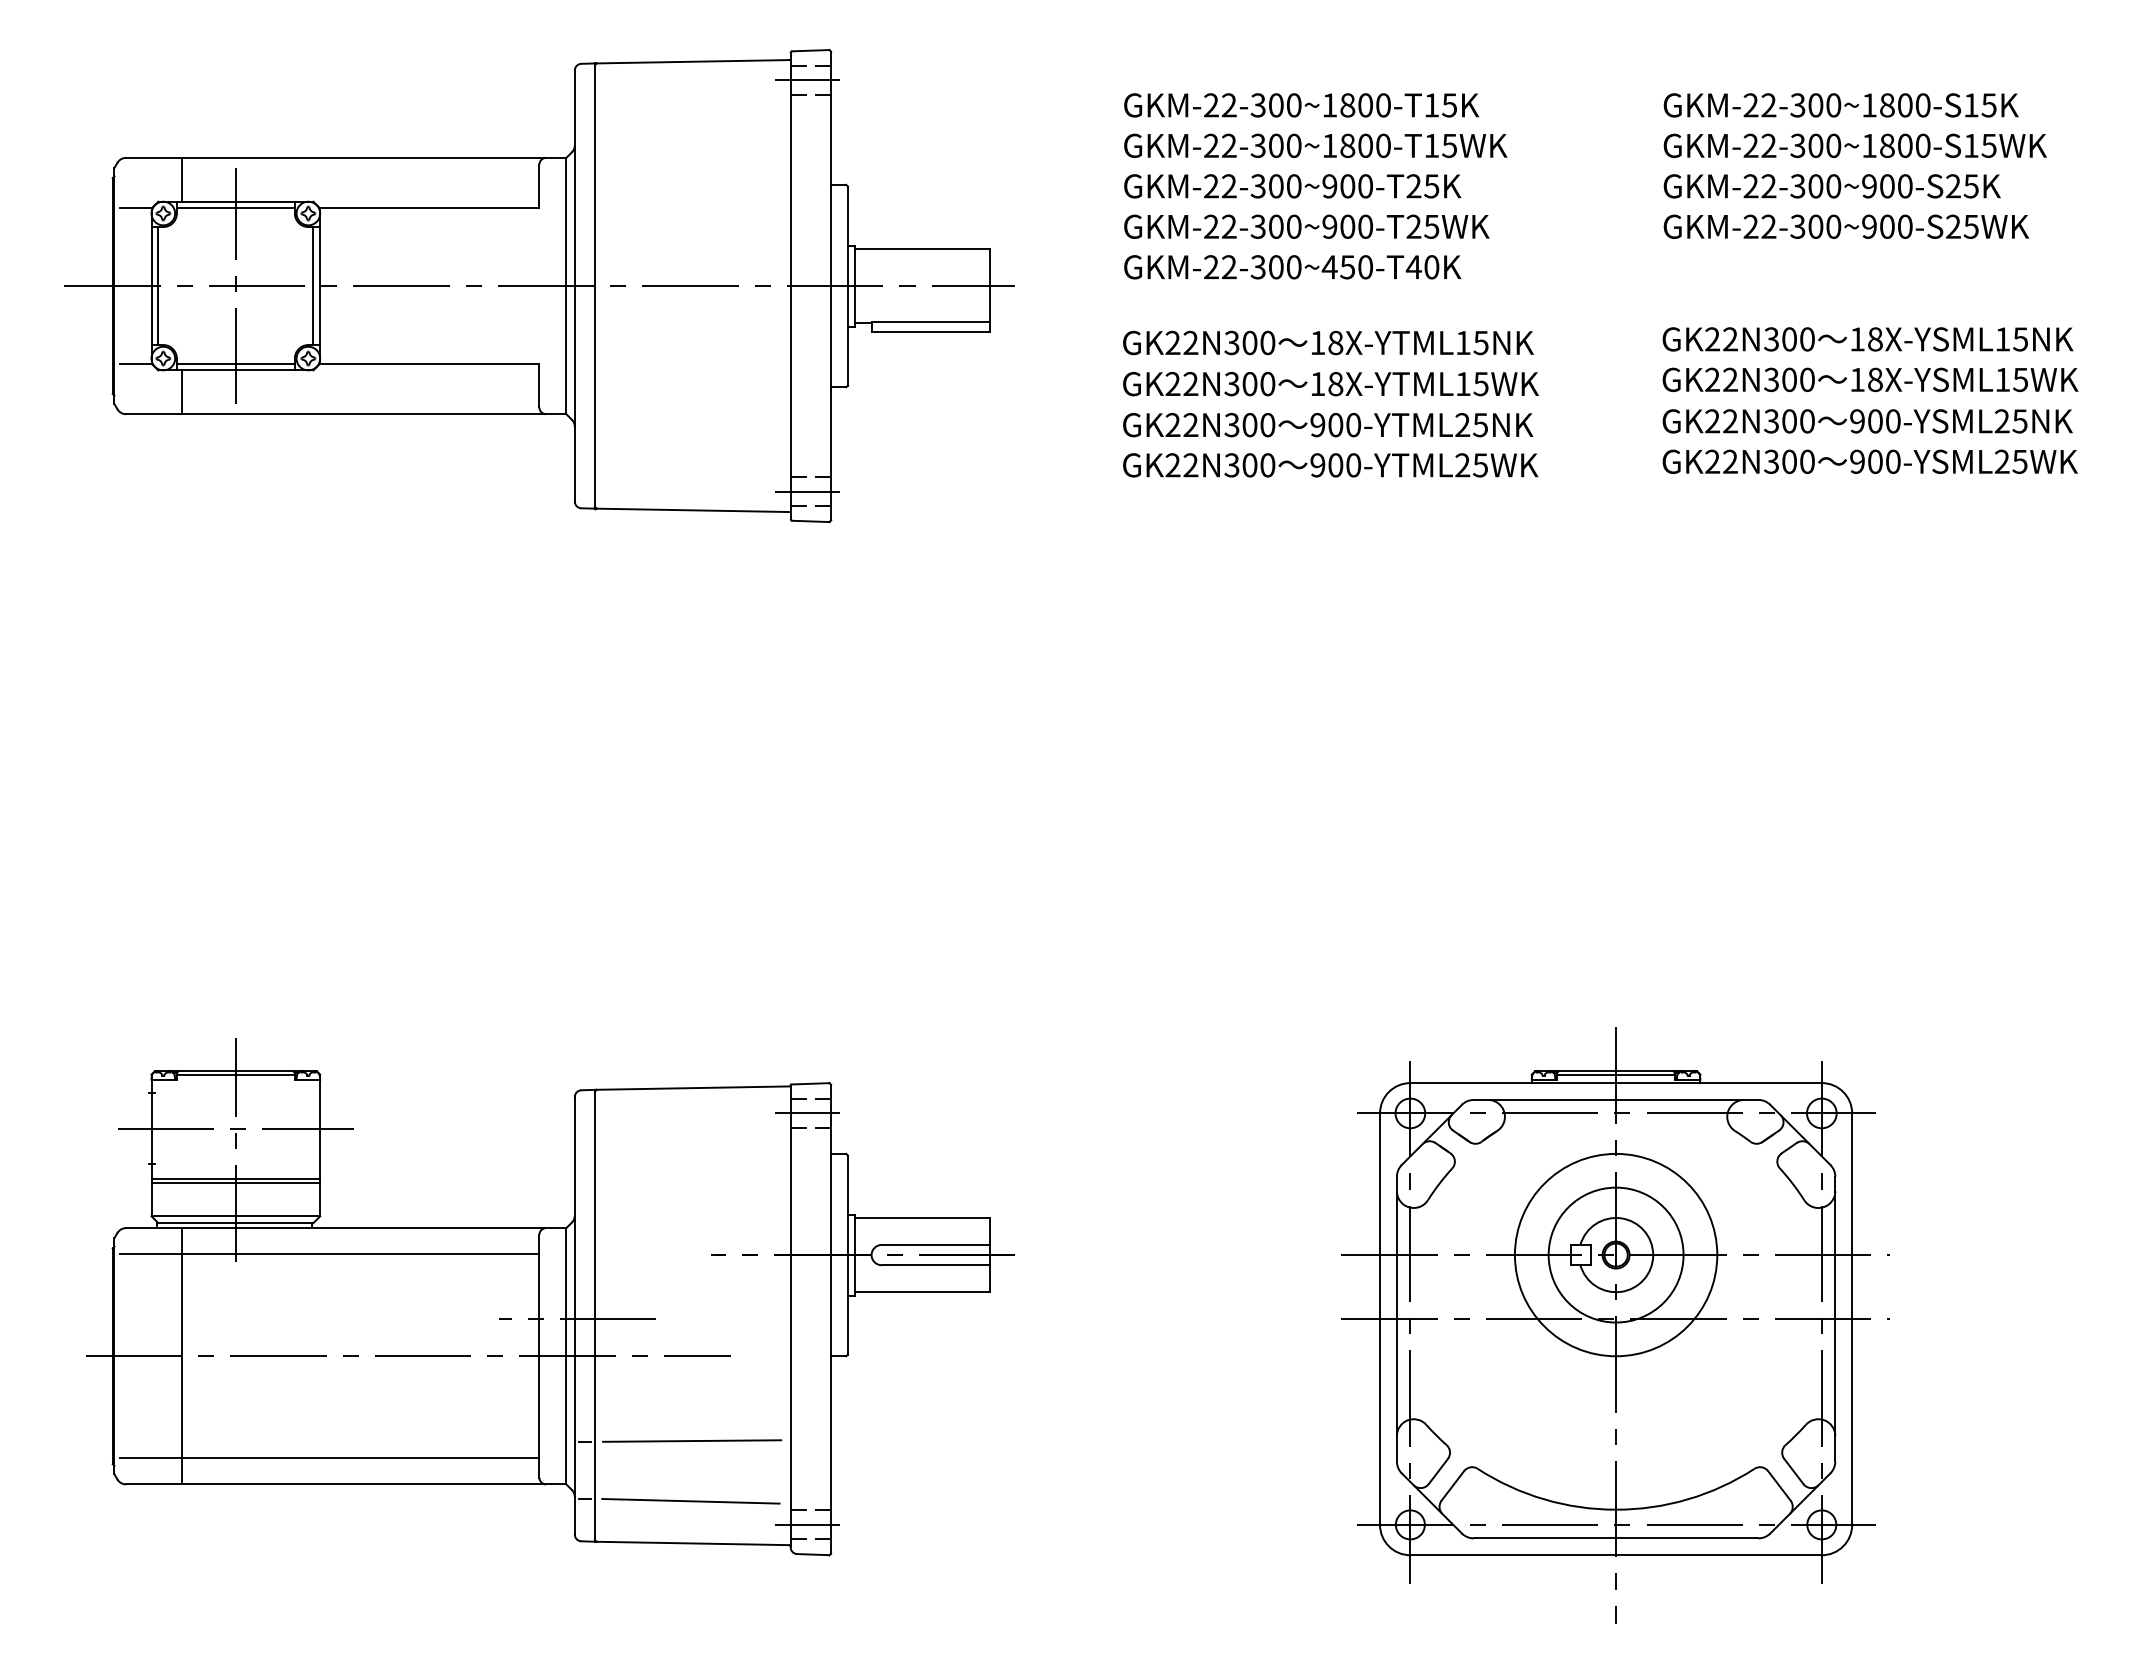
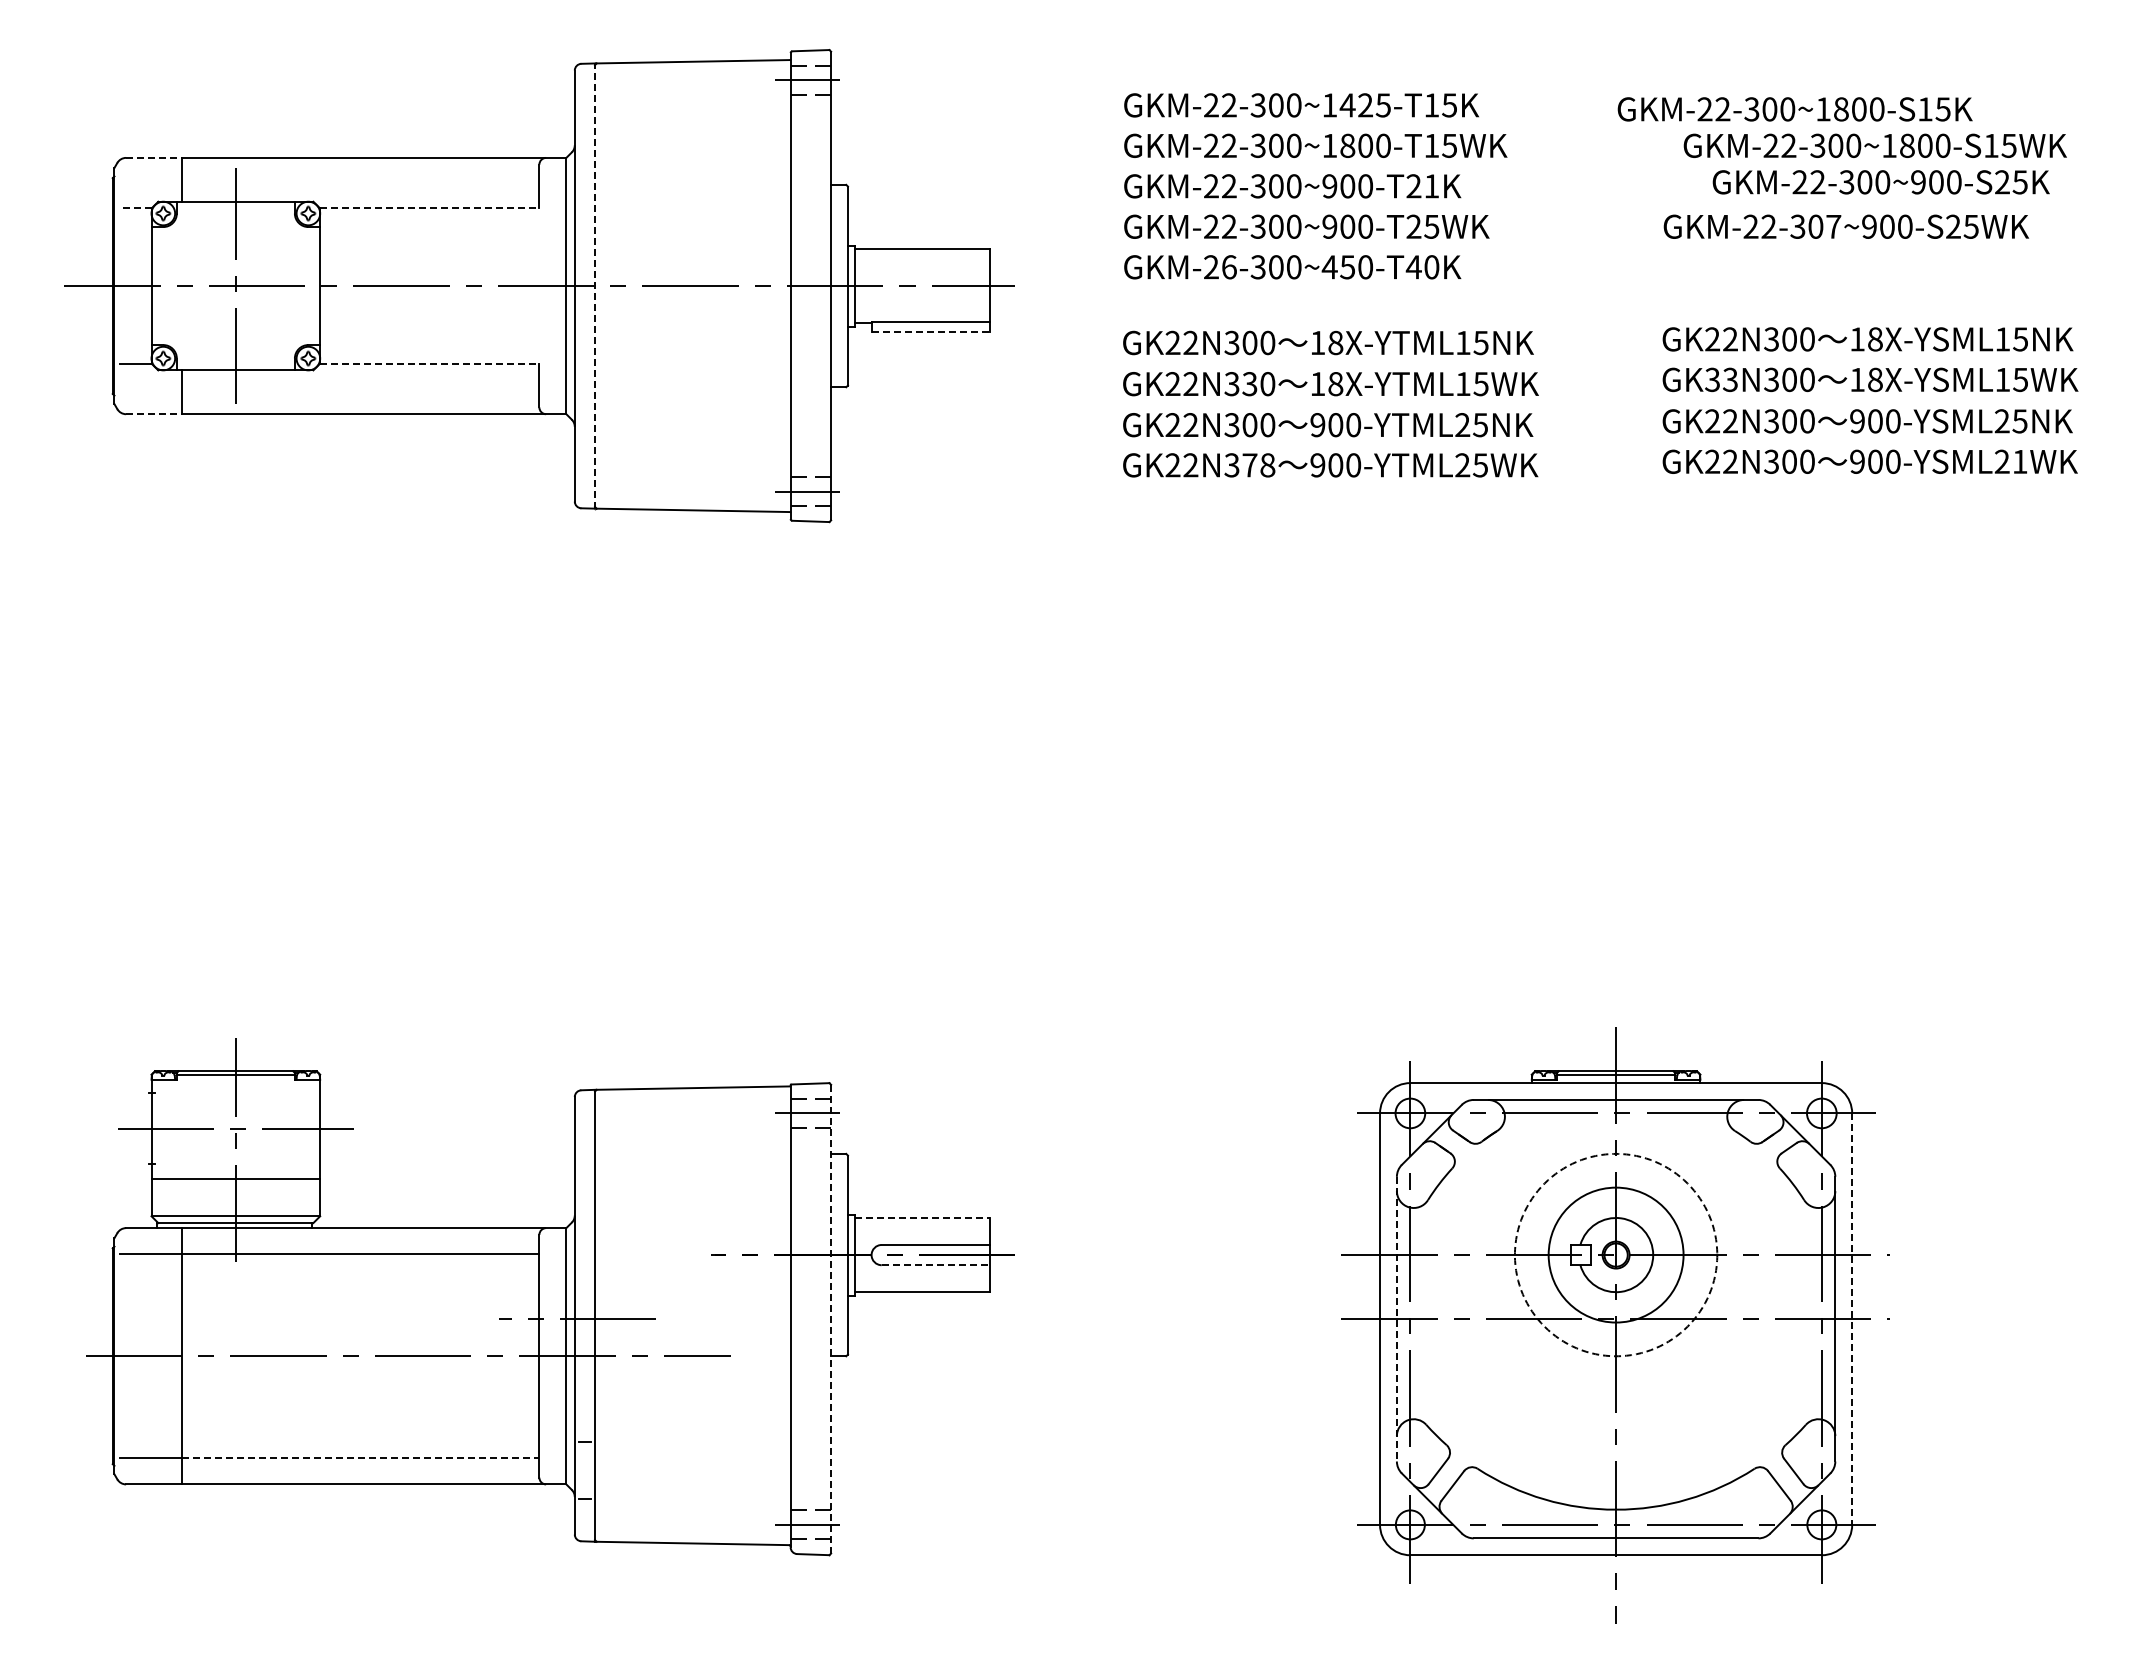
text at (1364, 105): GKM-22-300~1800-T15K -> GKM-22-300~1425-T15K
text at (1840, 105) position: (1840, 105) -> (1794, 109)
text at (1854, 145) position: (1854, 145) -> (1874, 145)
line at (154, 157): solid -> dashed
text at (1431, 186): GKM-22-300~900-T25K -> GKM-22-300~900-T21K
text at (1831, 186) position: (1831, 186) -> (1880, 182)
line at (135, 208): solid -> dashed
line at (235, 208): present -> none
line at (429, 208): solid -> dashed
text at (1833, 226): GKM-22-300~900-S25WK -> GKM-22-307~900-S25WK
text at (1229, 267): GKM-22-300~450-T40K -> GKM-26-300~450-T40K
line at (158, 286): present -> none
line at (313, 286): present -> none
line at (595, 286): solid -> dashed
line at (931, 331): solid -> dashed
line at (235, 363): present -> none
line at (429, 363): solid -> dashed
text at (1721, 380): GK22N300 -> GK33N300
text at (1249, 384): GK22N300 -> GK22N330
line at (154, 414): solid -> dashed
text at (2019, 461): 900-YSML25WK -> 900-YSML21WK
text at (1258, 465): GK22N300 -> GK22N378
line at (235, 1182): present -> none
line at (922, 1217): solid -> dashed
circle at (1615, 1254): solid -> dashed
line at (935, 1265): solid -> dashed
line at (831, 1319): solid -> dashed
line at (1396, 1319): solid -> dashed
line at (1852, 1319): solid -> dashed
line at (692, 1440): present -> none
line at (360, 1458): solid -> dashed
line at (690, 1500): present -> none
